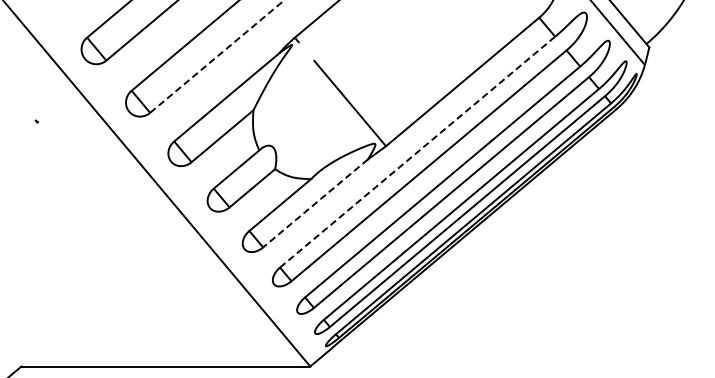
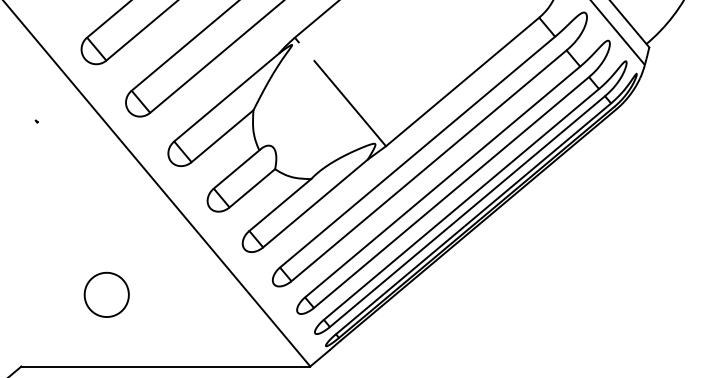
line at (216, 57): dashed -> solid
line at (417, 152): dashed -> solid
line at (315, 203): dashed -> solid
part at (106, 294): none -> present
